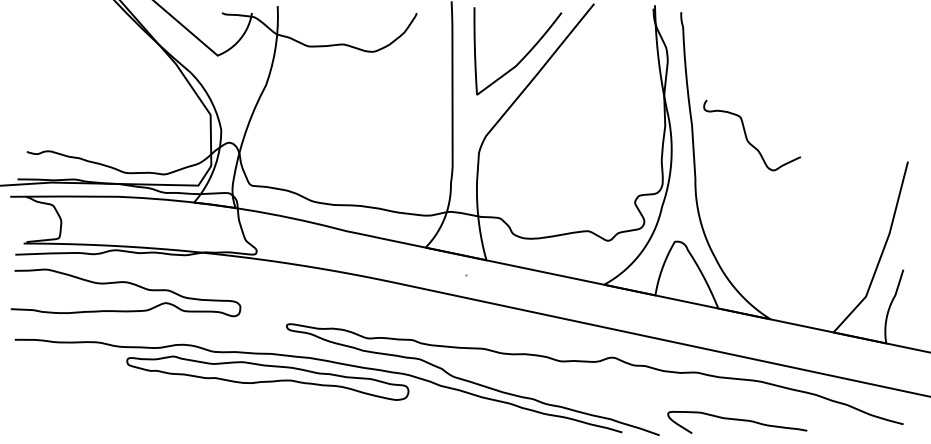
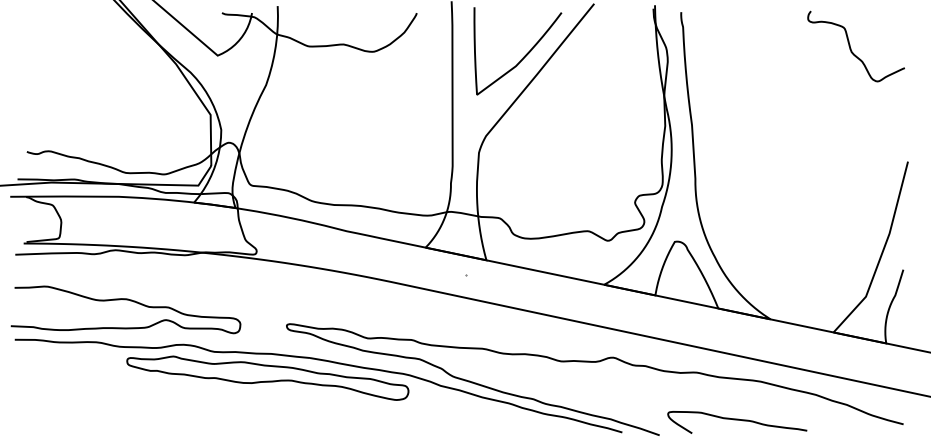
curve at (747, 137) position: (747, 137) -> (851, 48)
curve at (125, 283) position: (125, 283) -> (125, 300)
